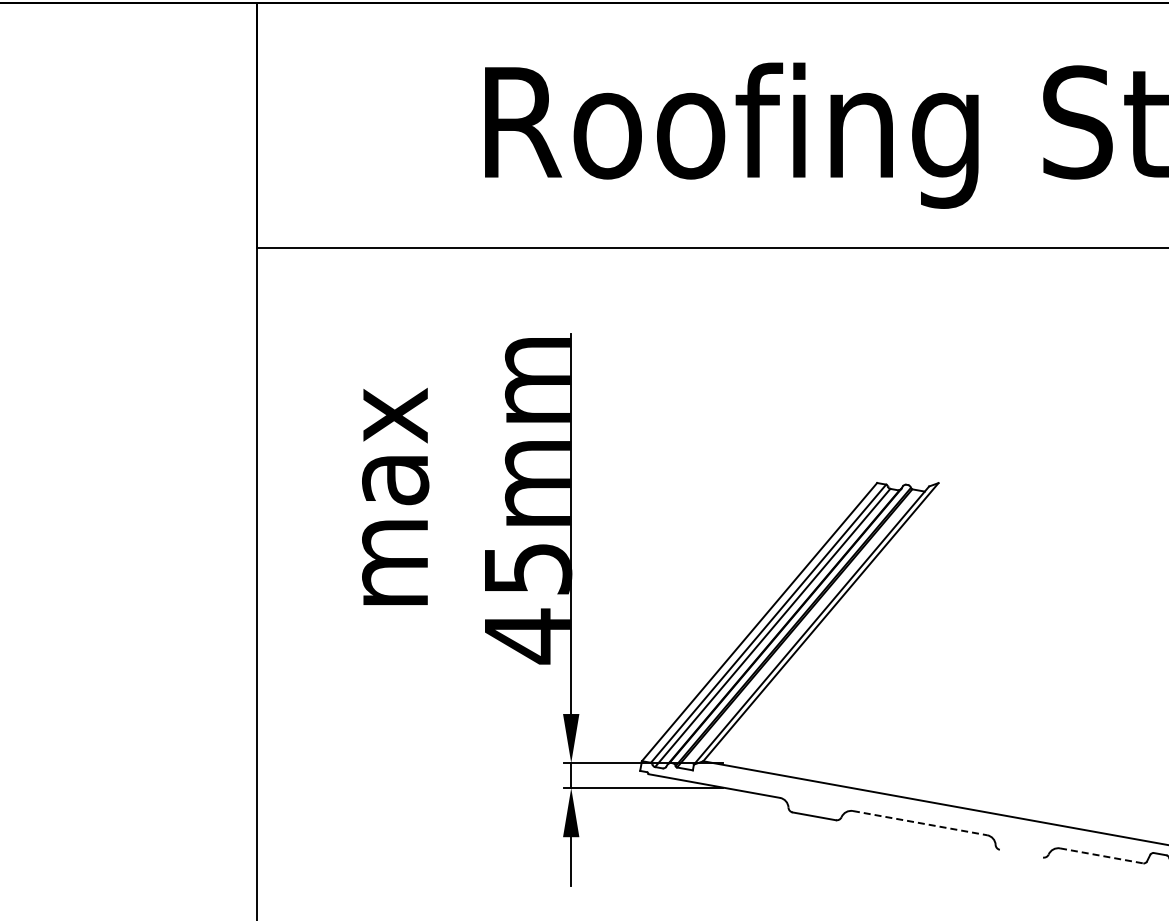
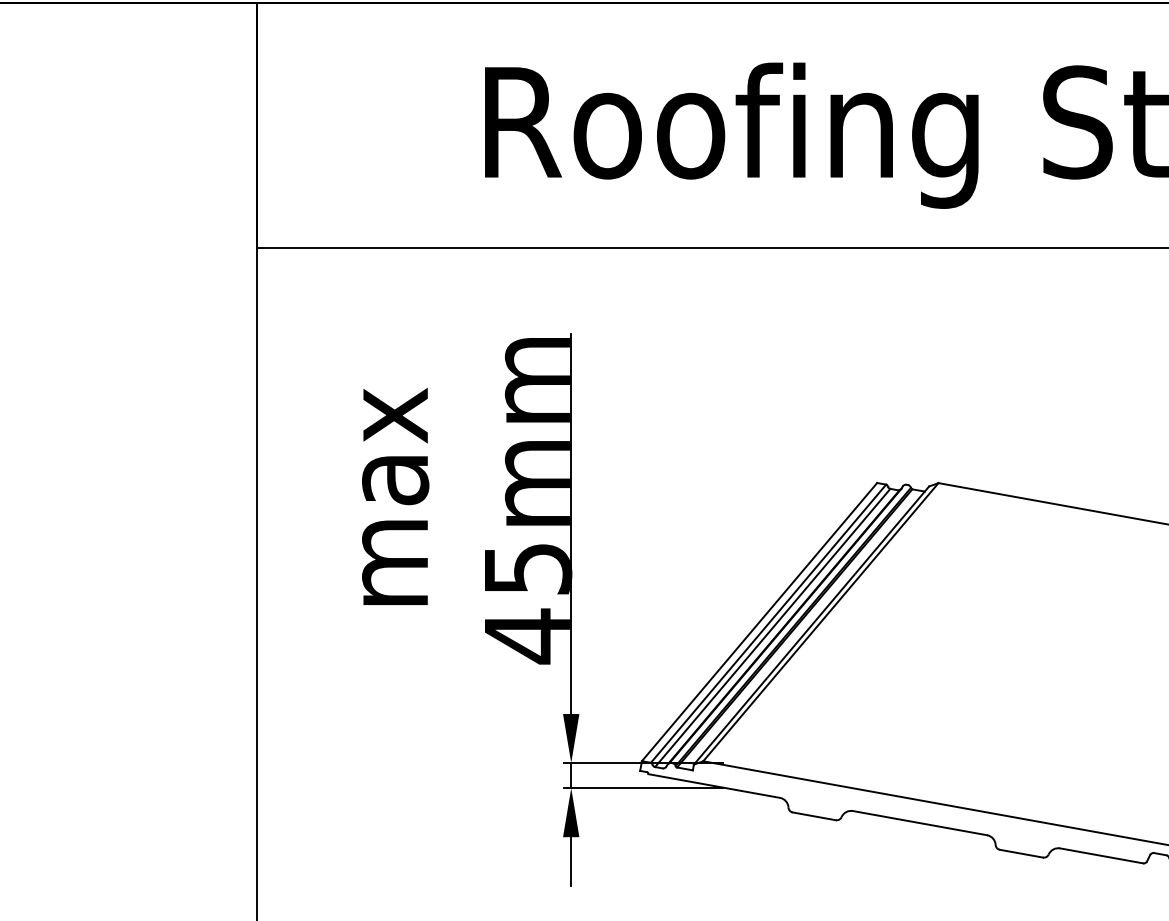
line at (1051, 503): none -> present
line at (920, 823): dashed -> solid
line at (1021, 853): none -> present
line at (1102, 855): dashed -> solid
